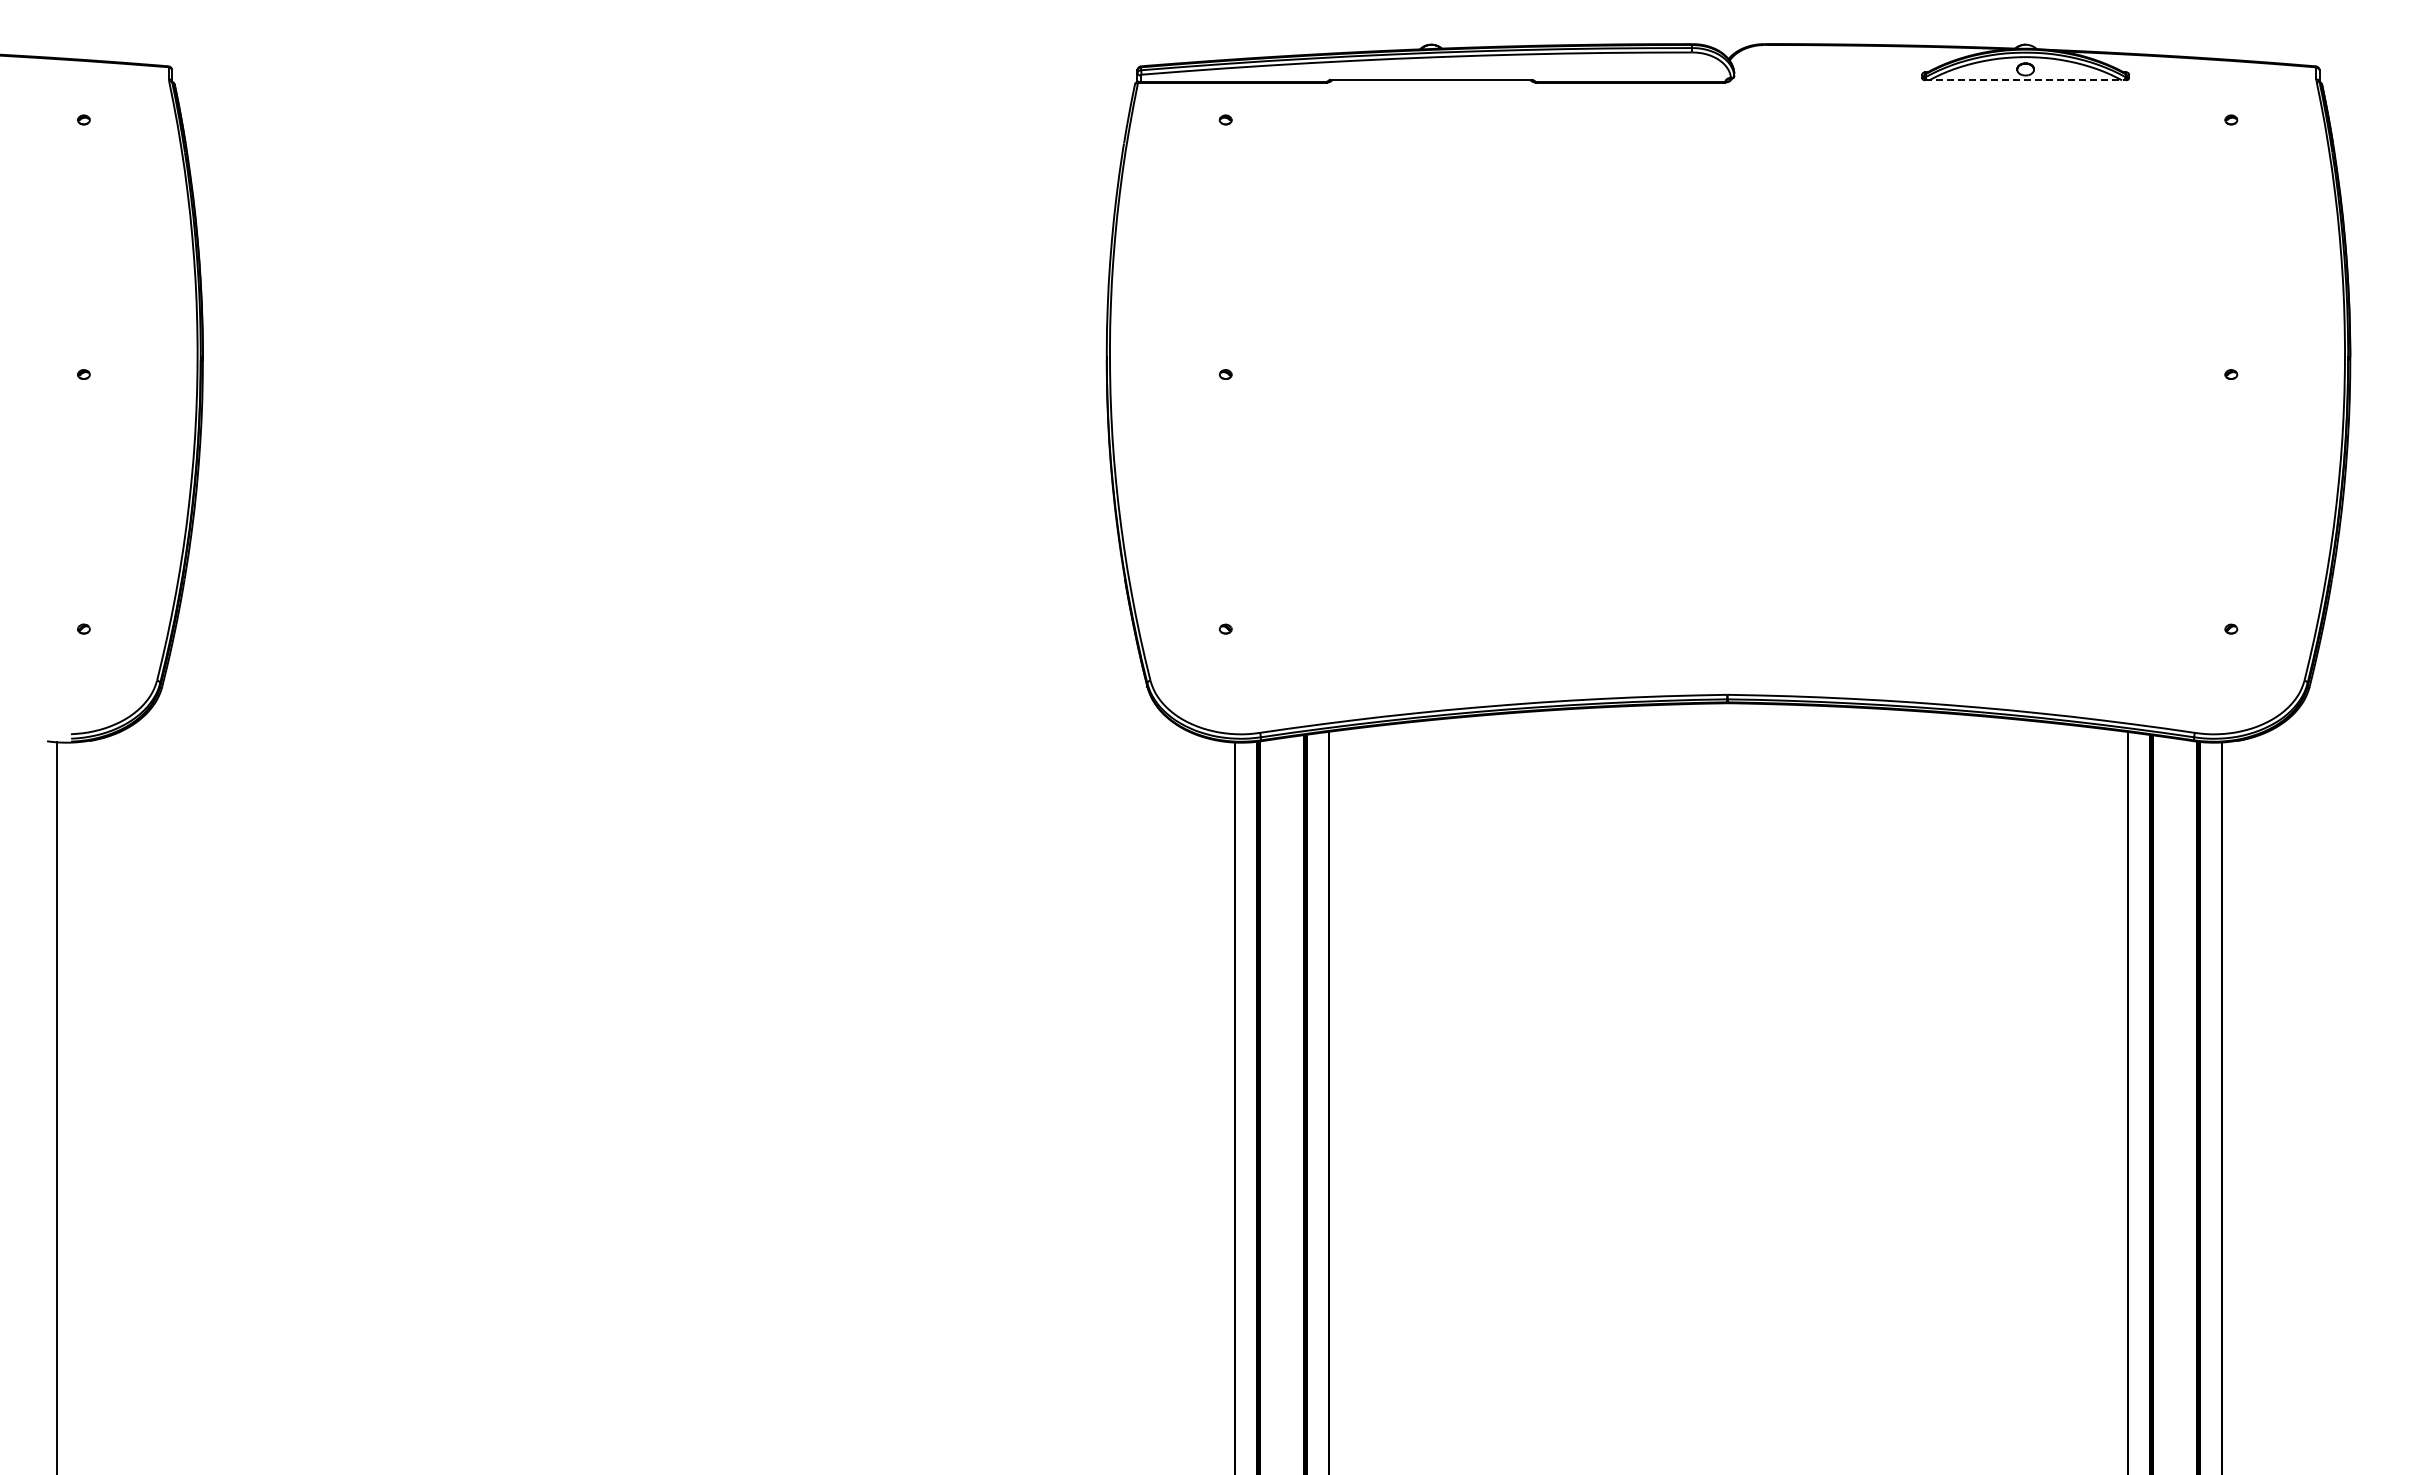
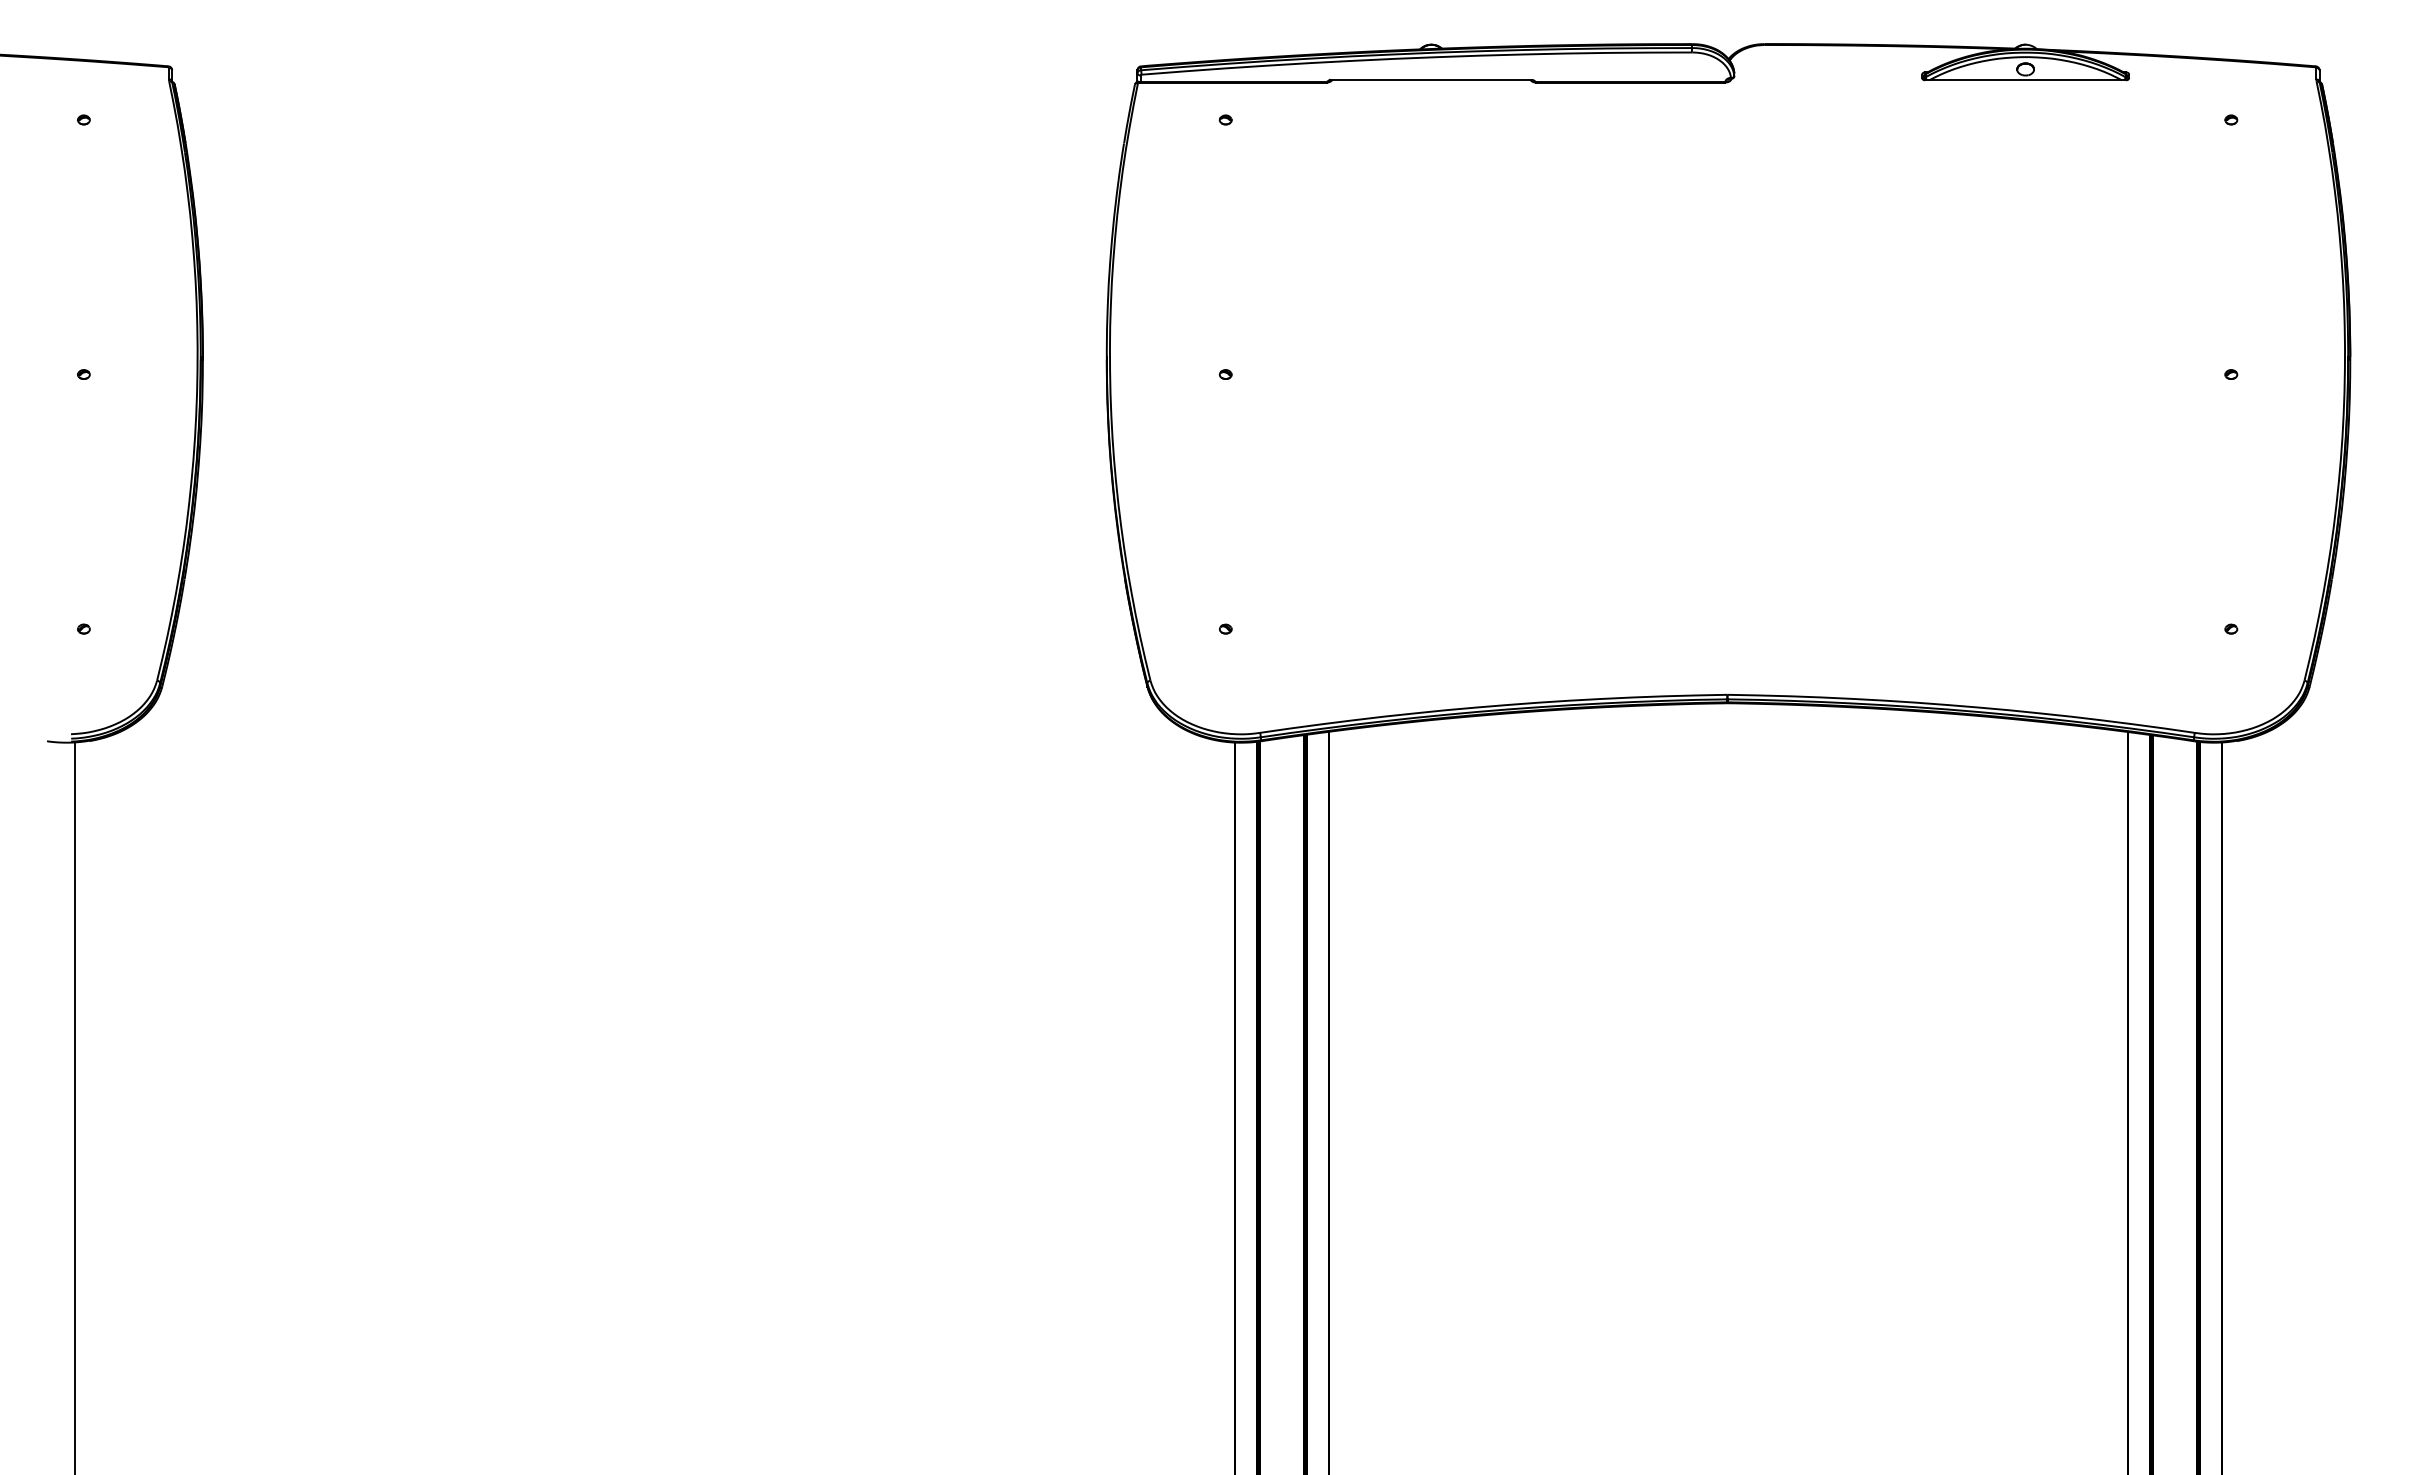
line at (2026, 80): dashed -> solid
line at (56, 1106) position: (56, 1106) -> (74, 1106)
